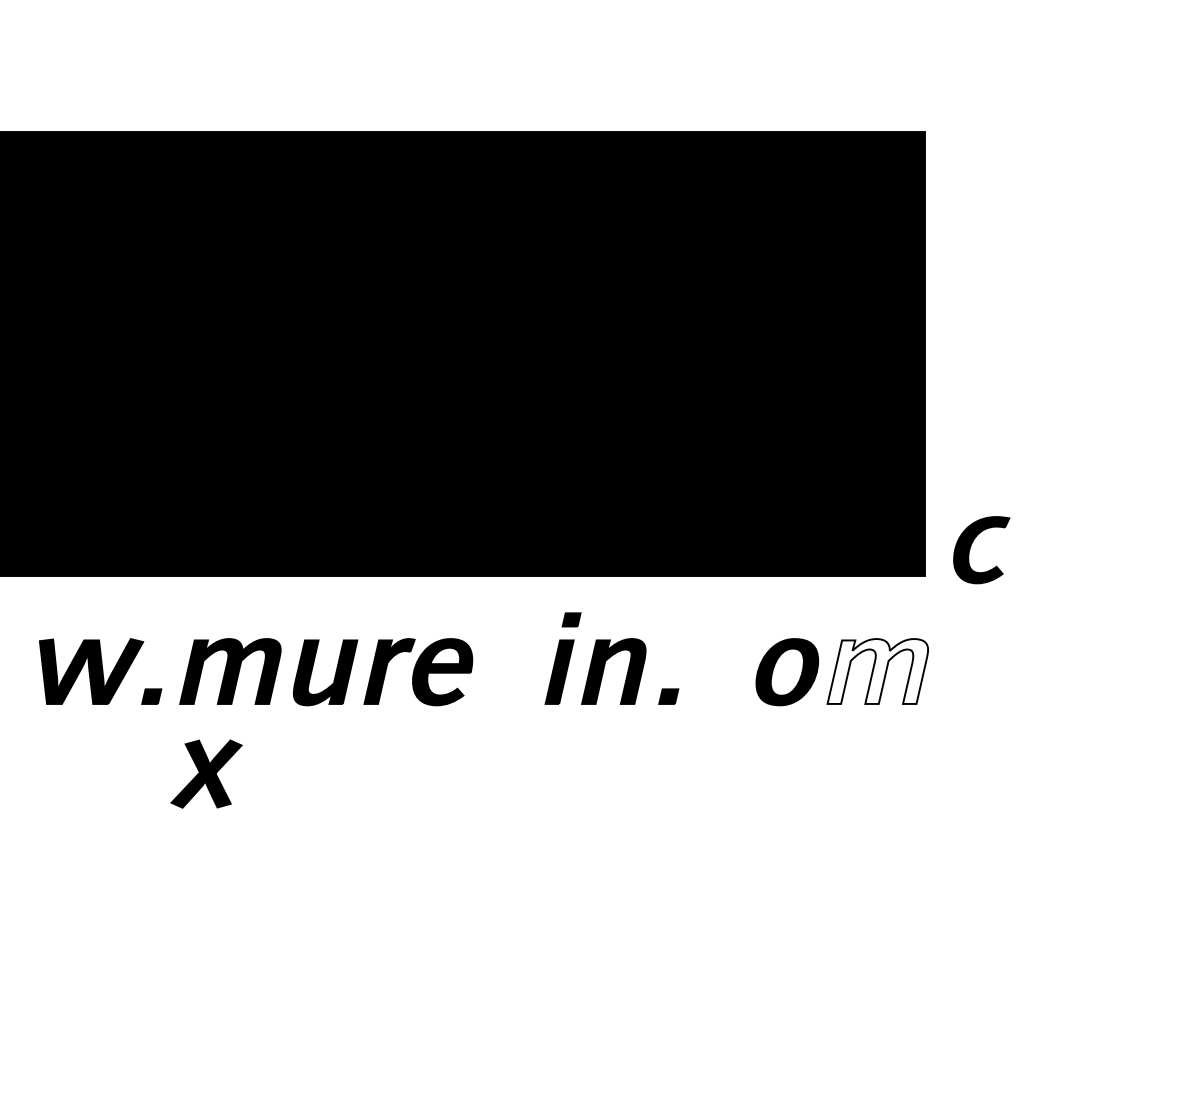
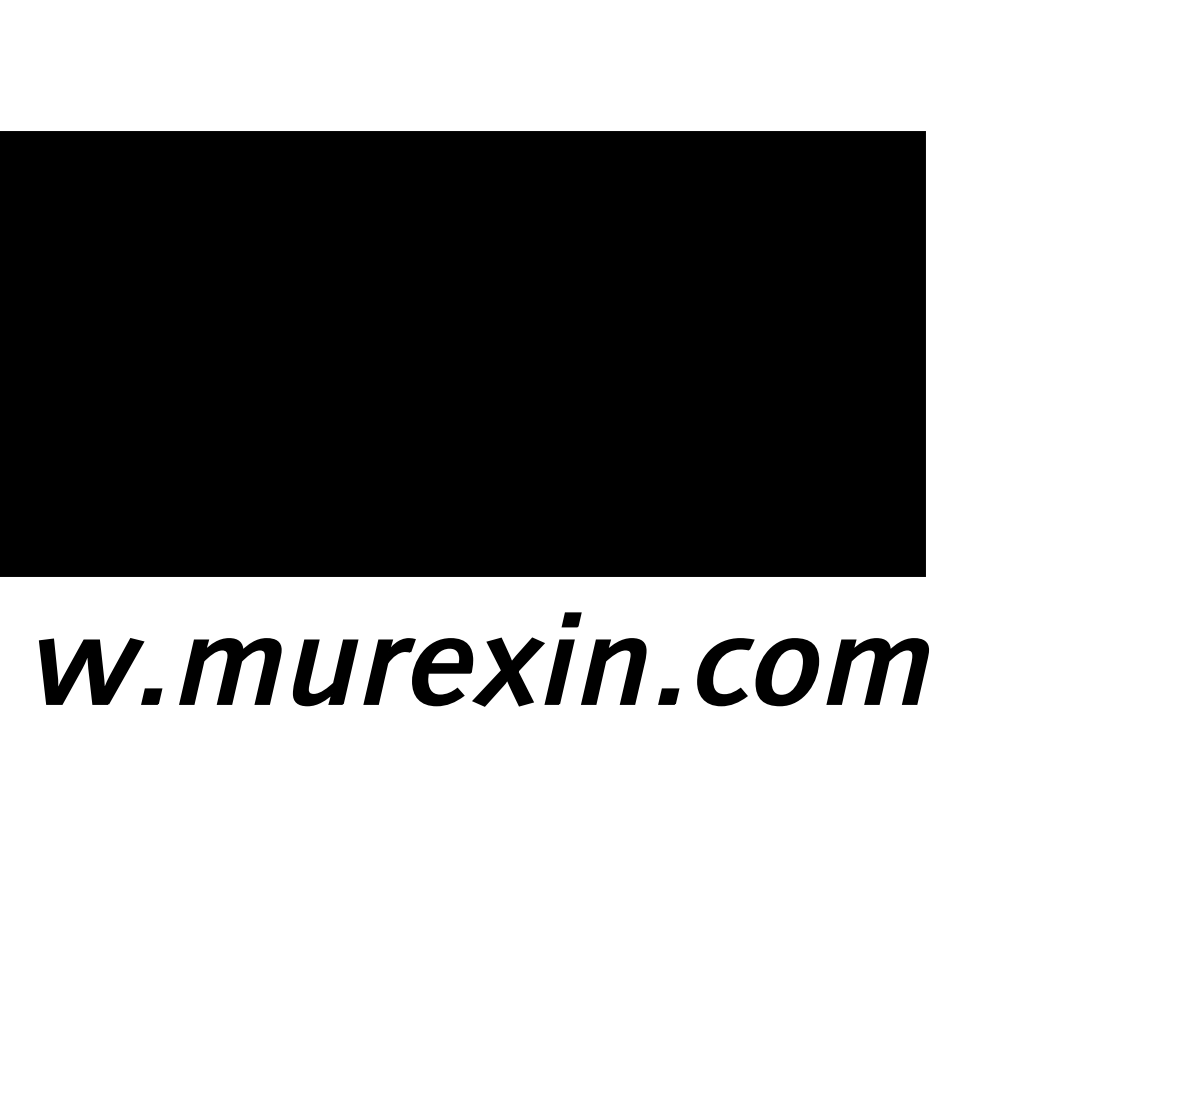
part at (971, 546) position: (971, 546) -> (715, 668)
fill at (877, 671): none -> present
part at (206, 773) position: (206, 773) -> (508, 671)
